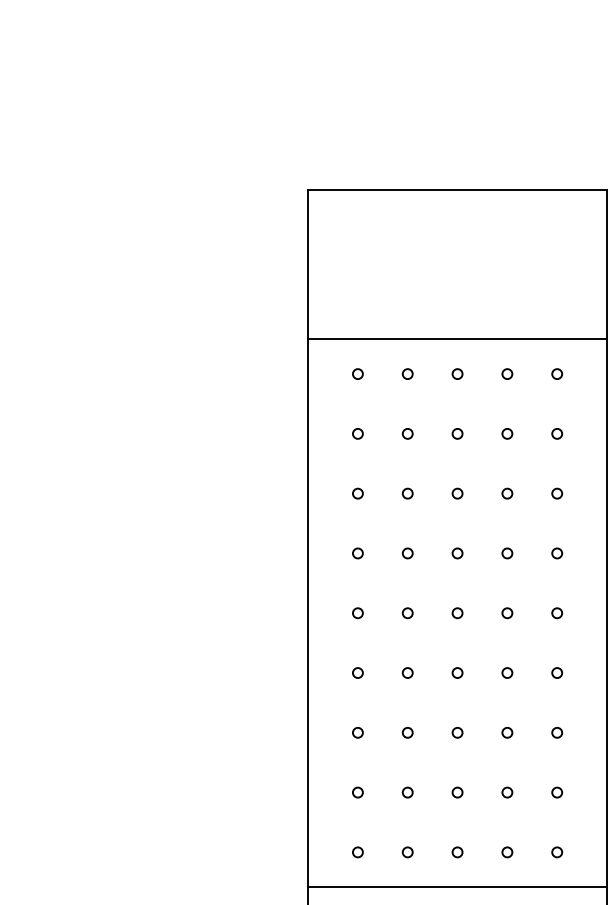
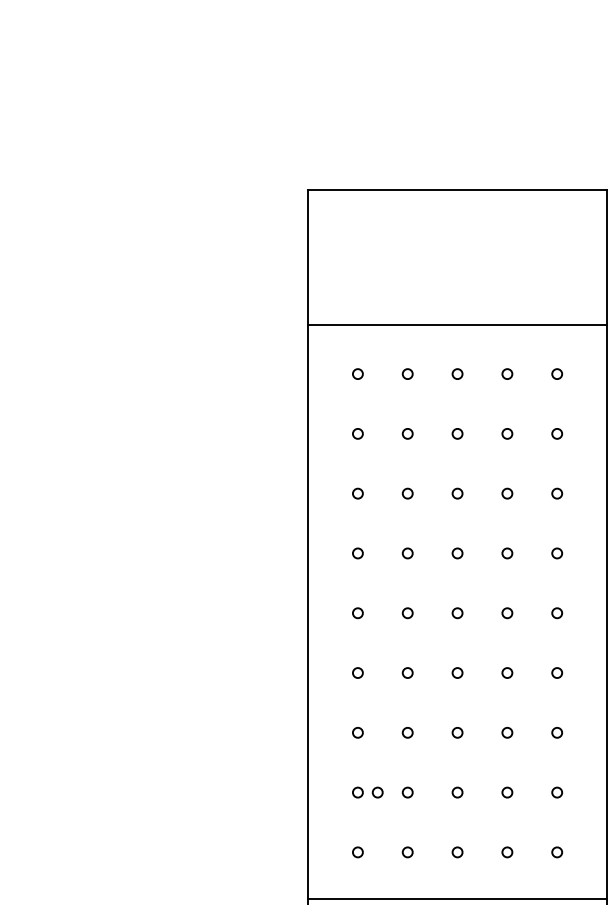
line at (457, 339) position: (457, 339) -> (457, 325)
circle at (377, 792): none -> present
line at (457, 887) position: (457, 887) -> (457, 899)
